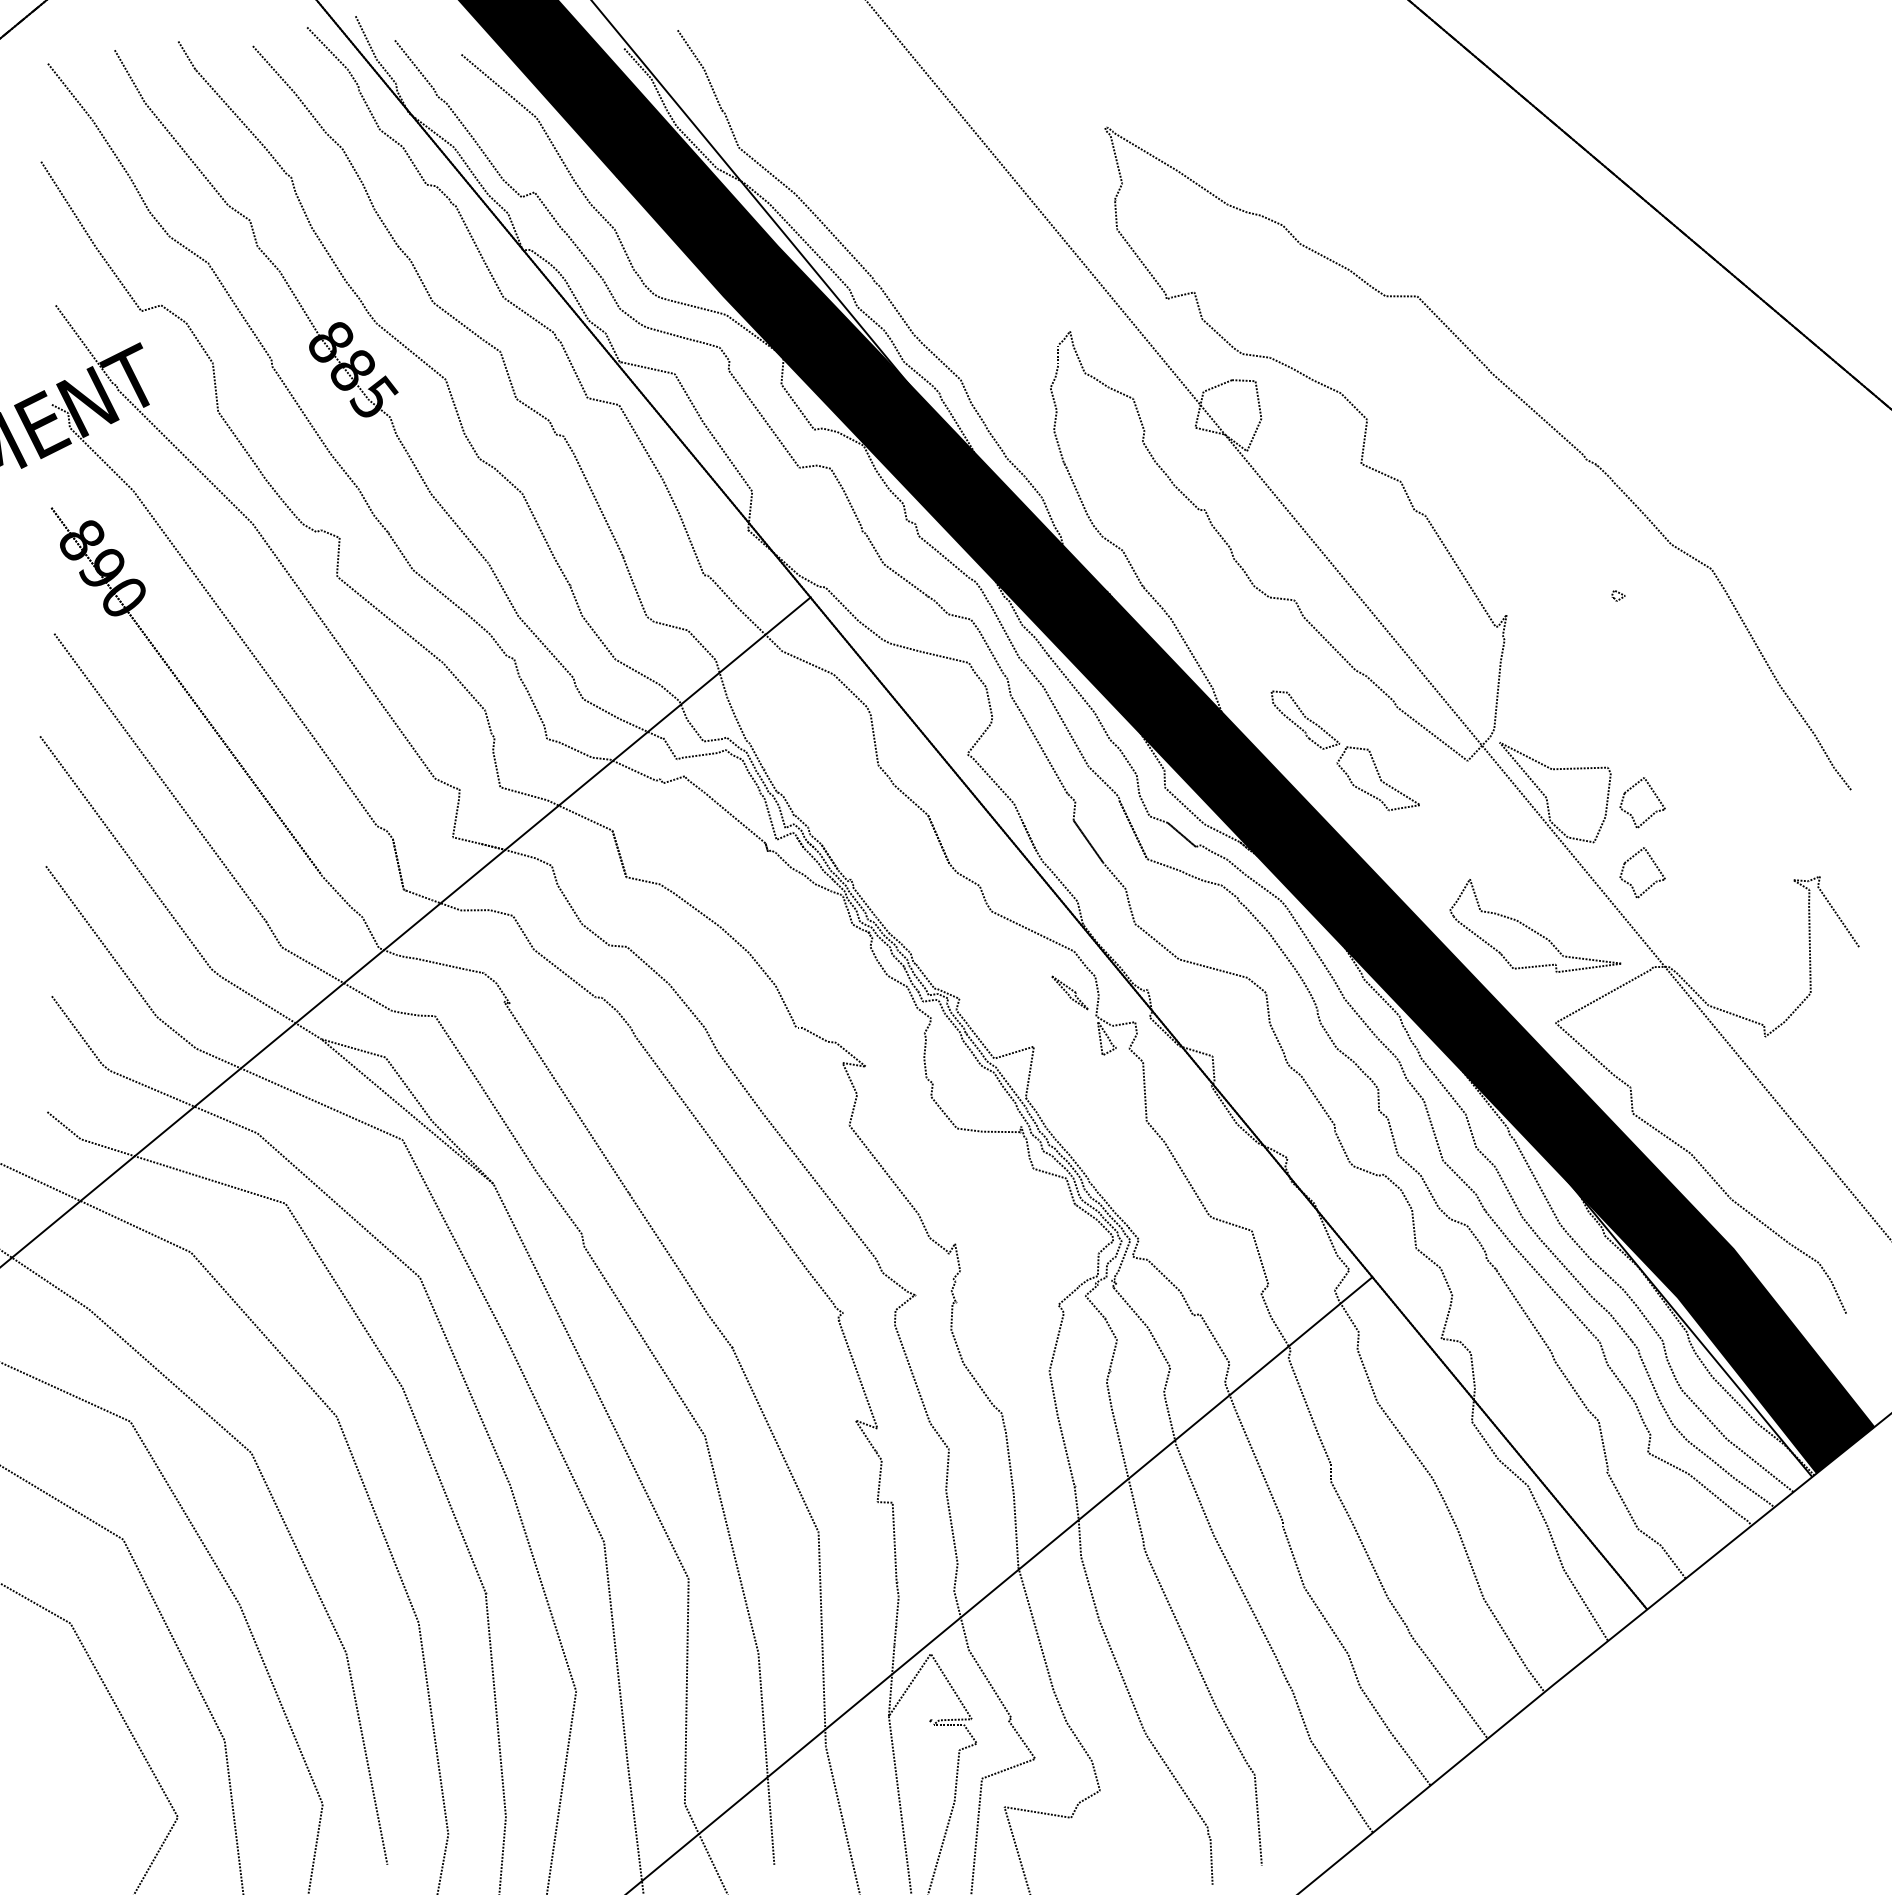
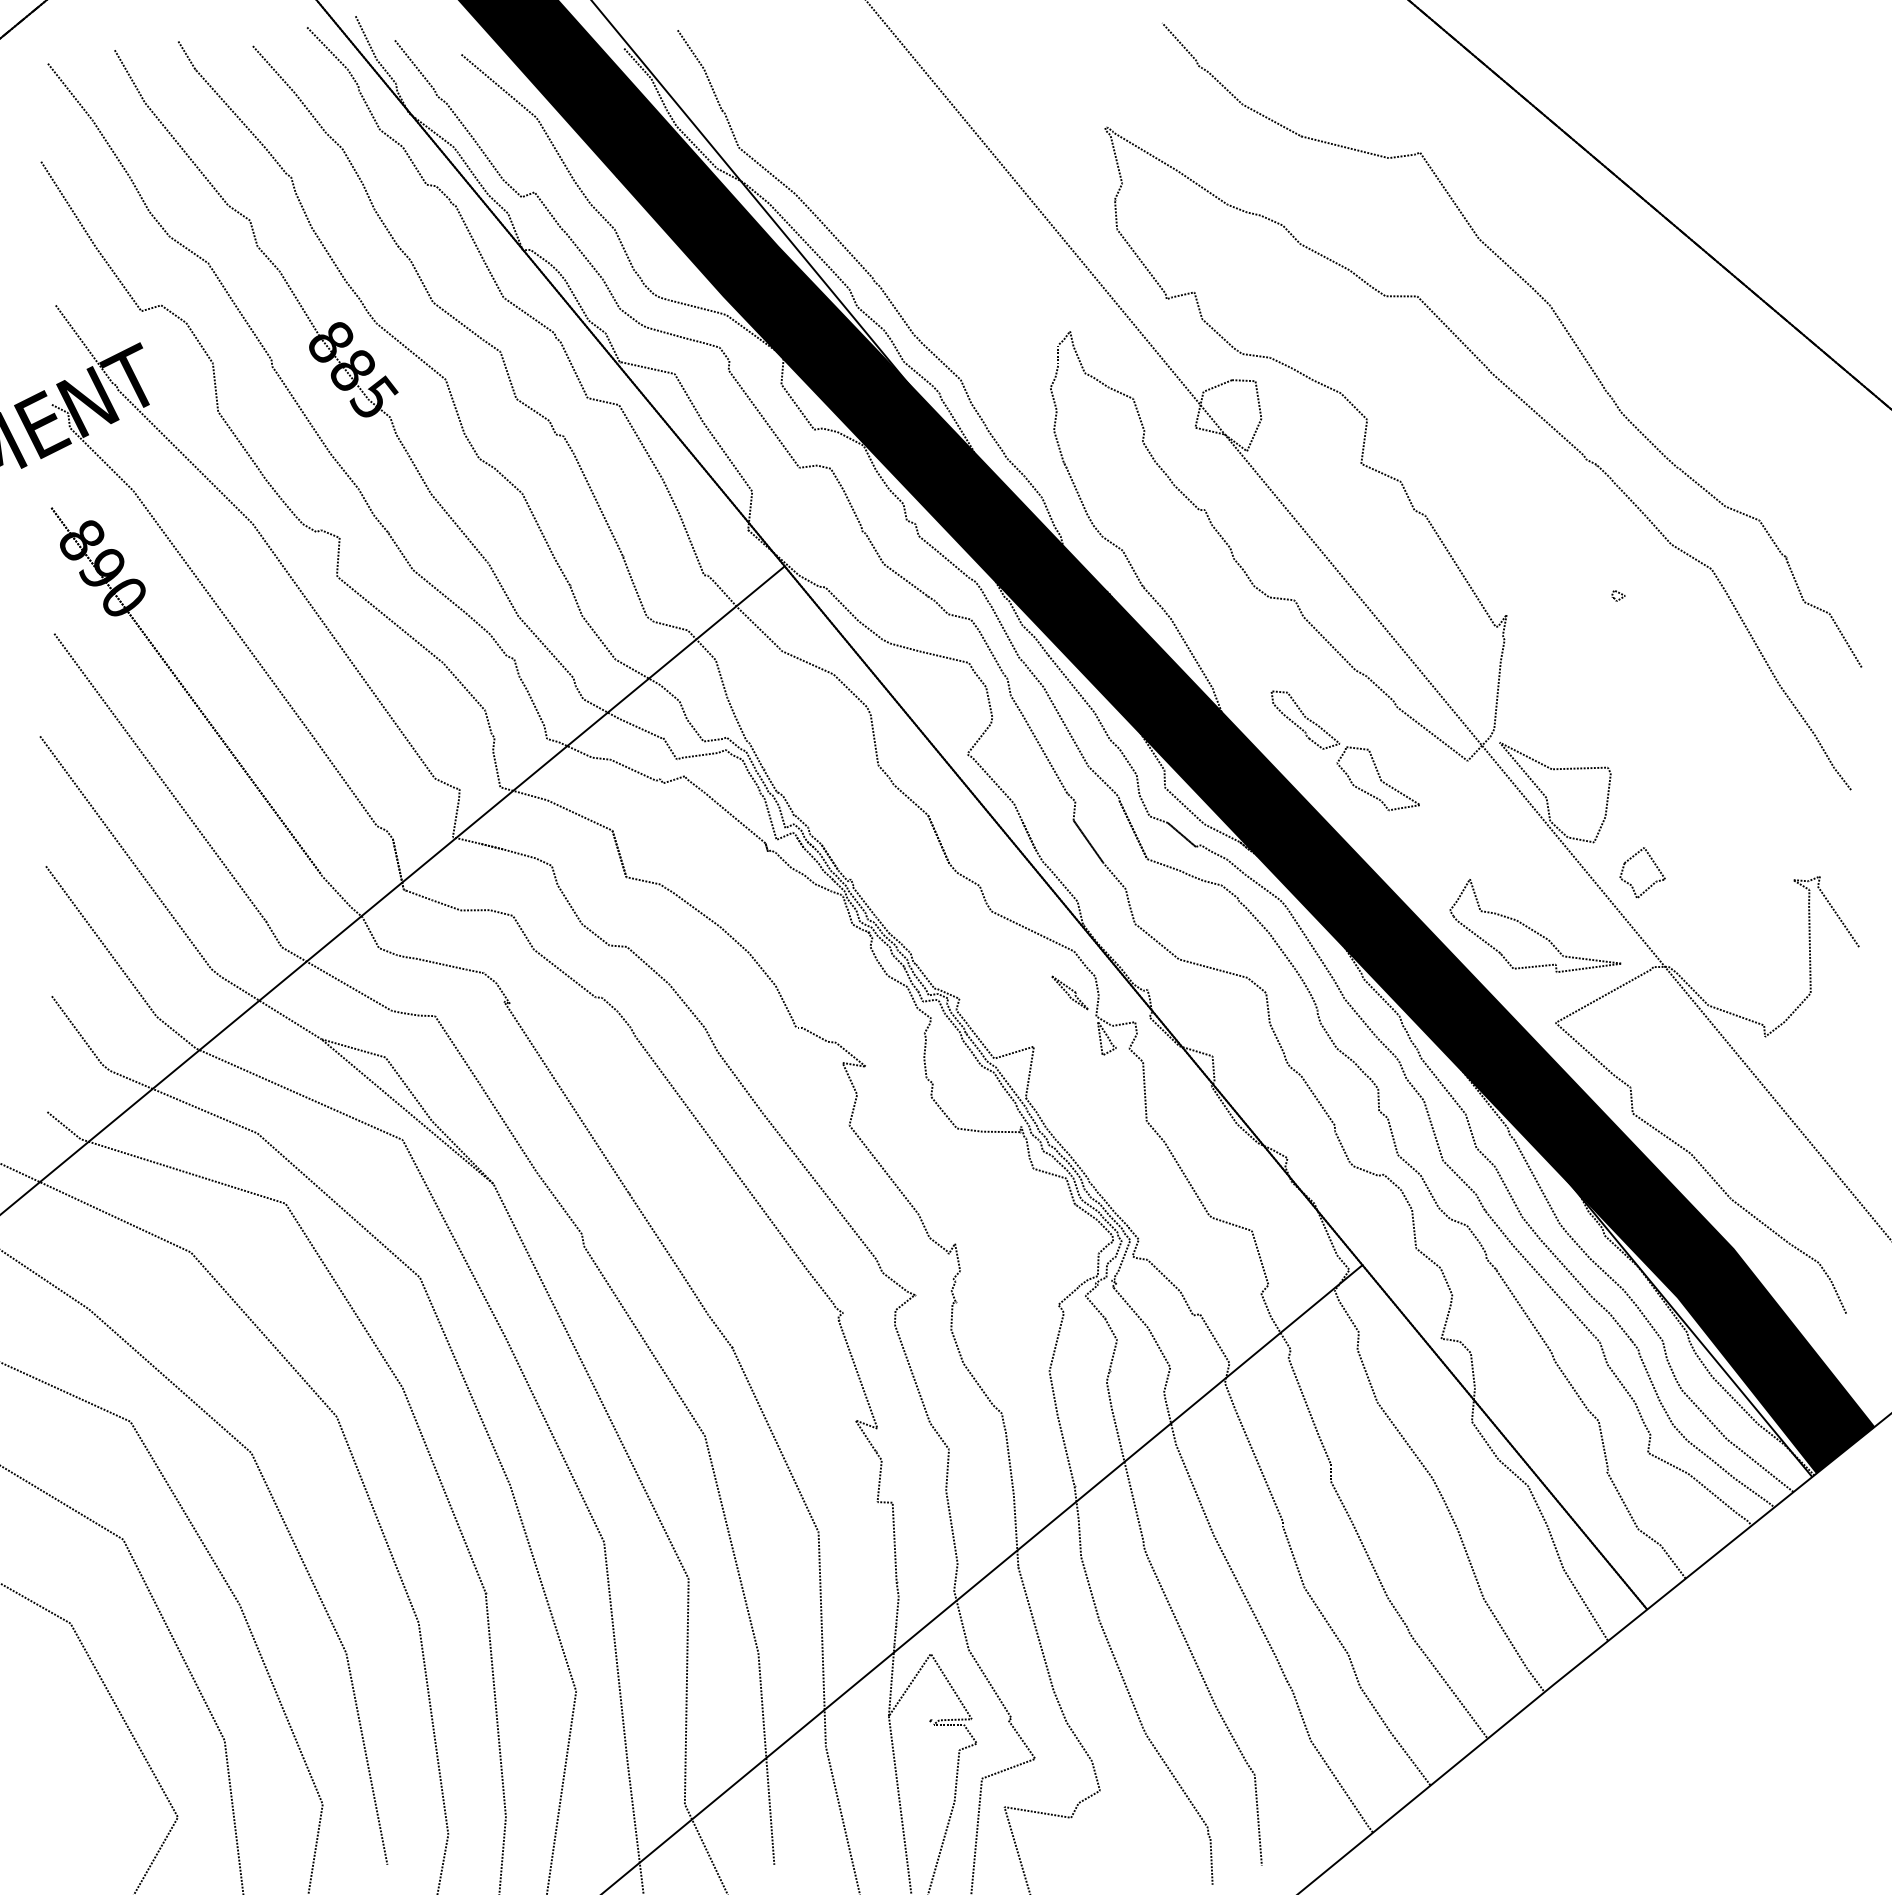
curve at (1554, 314): none -> present
part at (1654, 794): present -> none
line at (406, 931) position: (406, 931) -> (393, 889)
line at (1000, 1584) position: (1000, 1584) -> (983, 1578)
